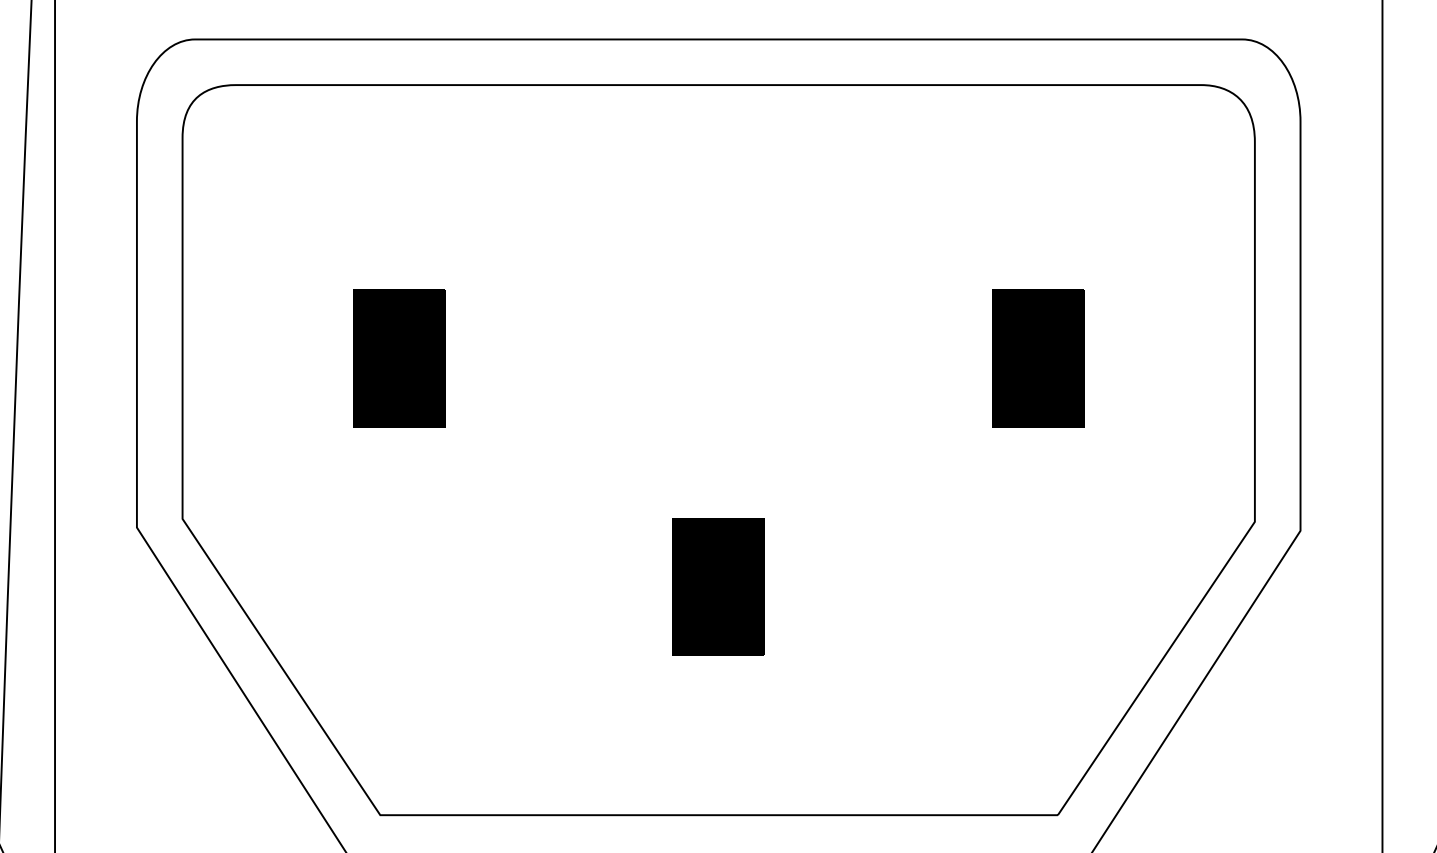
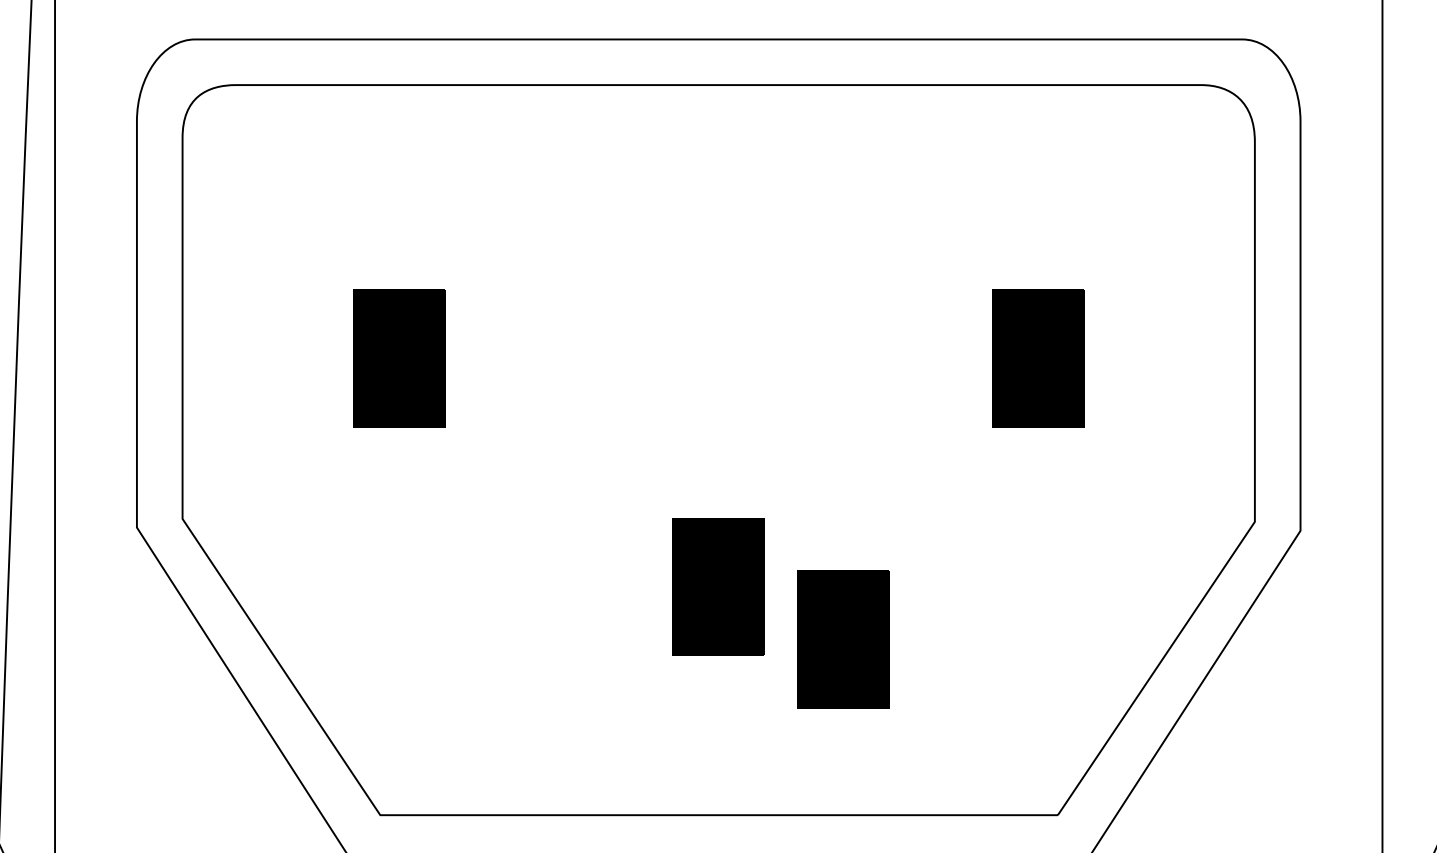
part at (843, 639): none -> present
